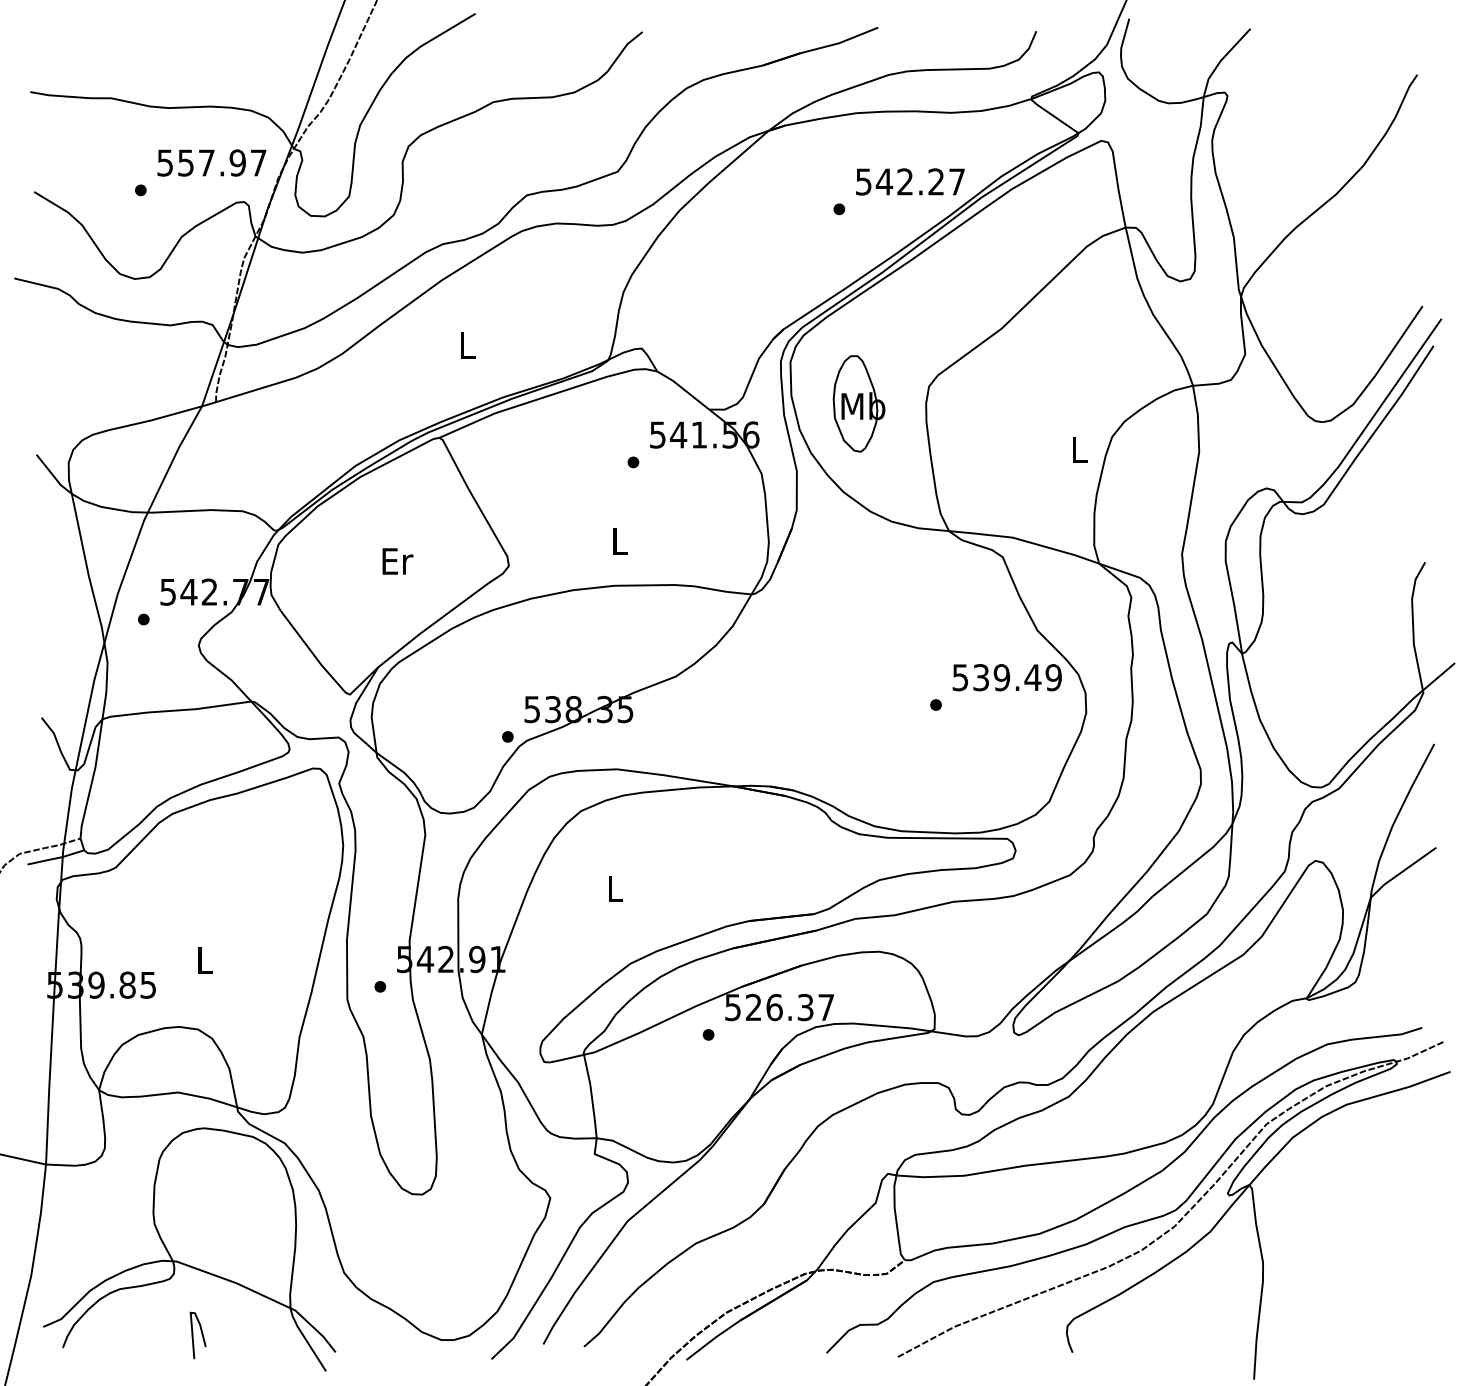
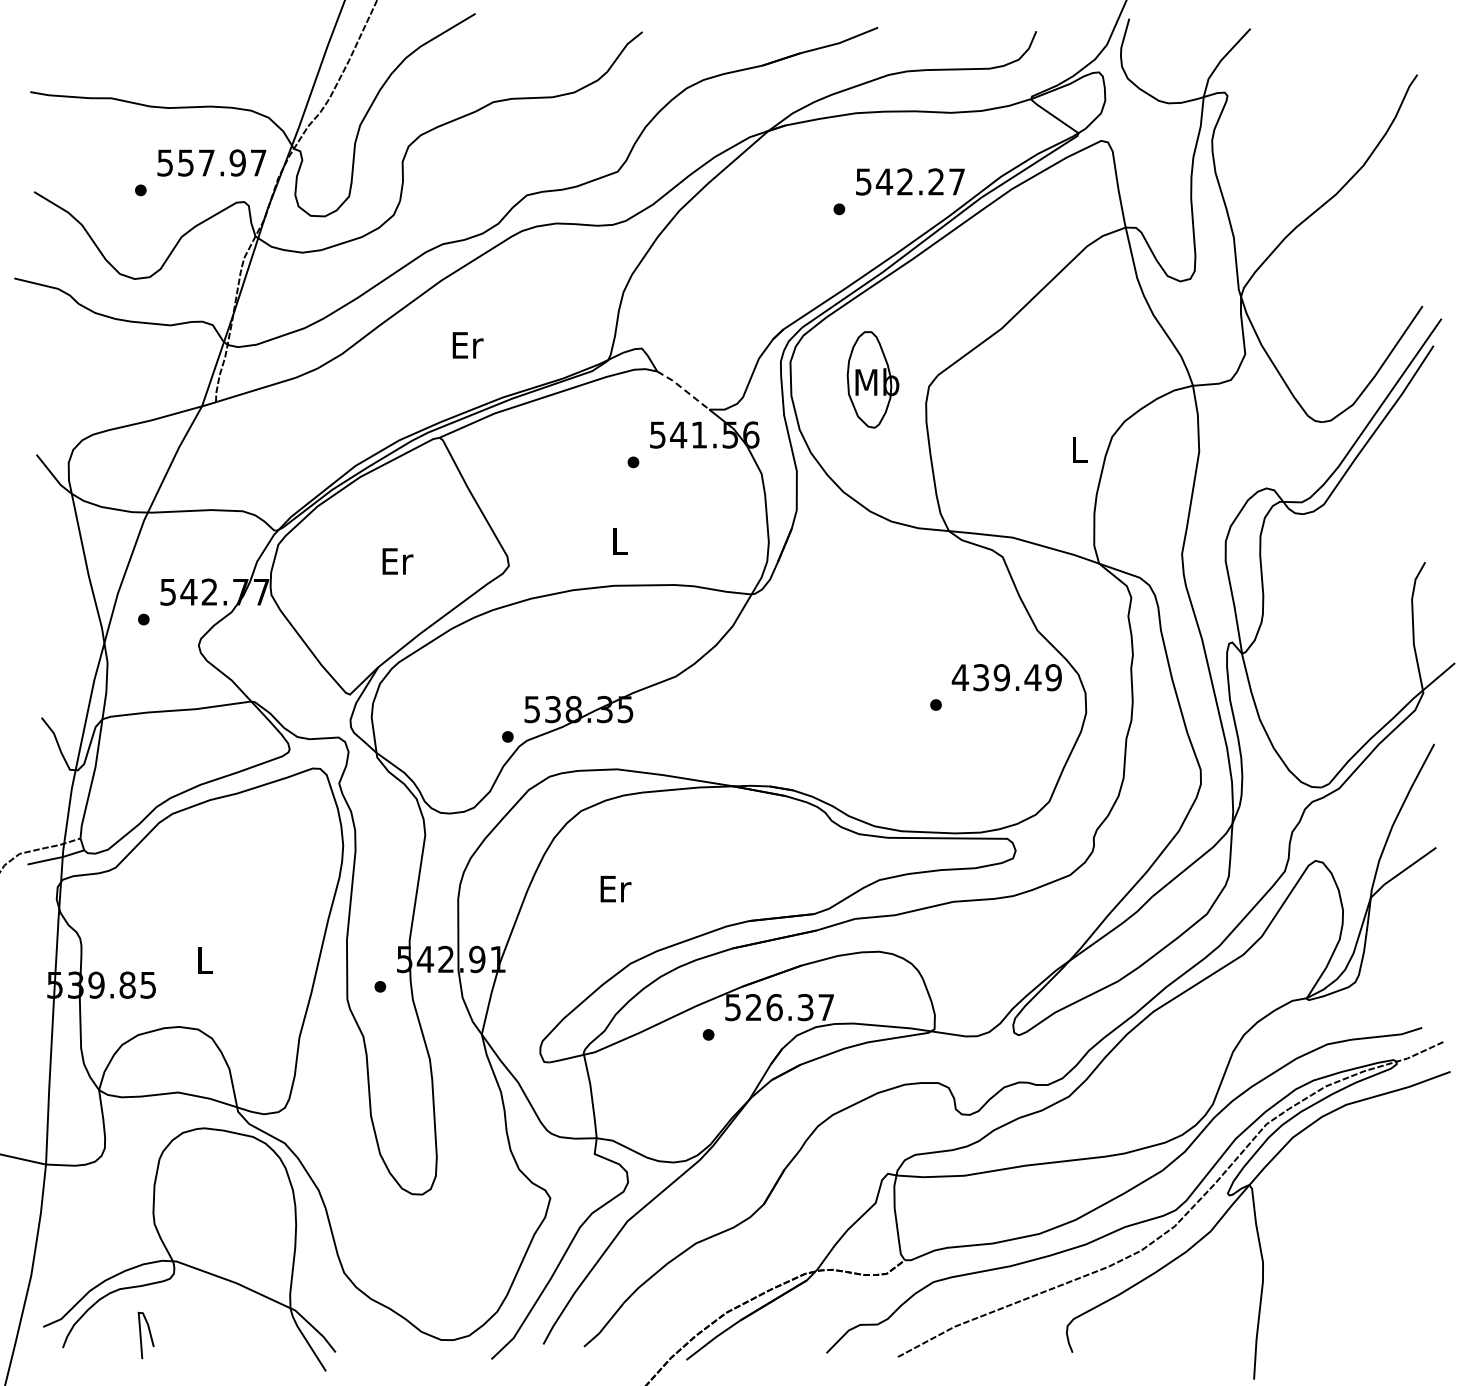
text at (467, 345): L -> Er
line at (683, 389): solid -> dashed
part at (858, 403) position: (858, 403) -> (872, 379)
text at (960, 677): 539.49 -> 439.49
text at (615, 888): L -> Er
curve at (193, 1335) position: (193, 1335) -> (141, 1335)
